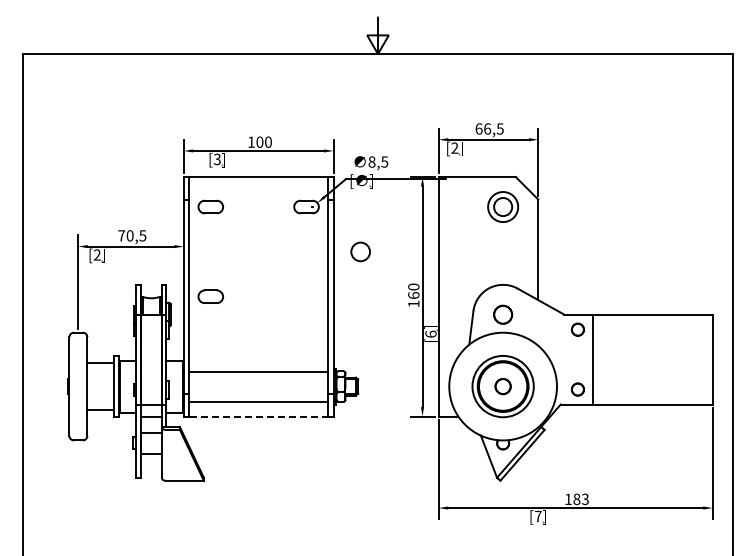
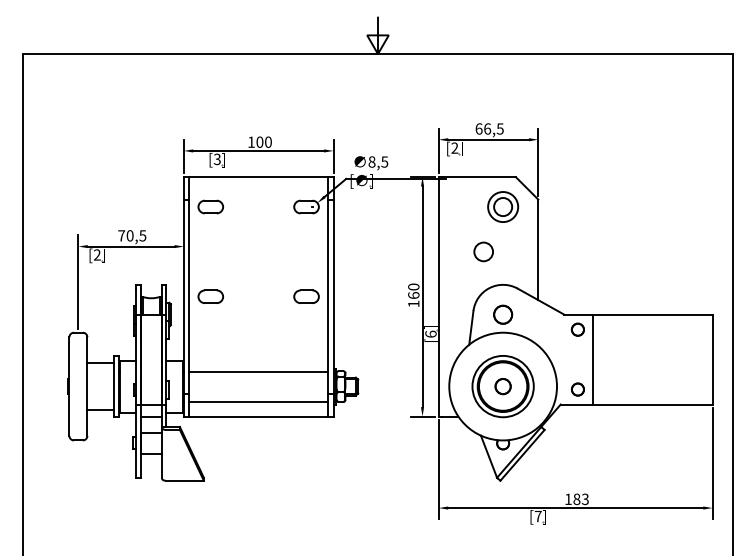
circle at (360, 251) position: (360, 251) -> (483, 251)
part at (306, 296): none -> present
line at (258, 416): dashed -> solid
